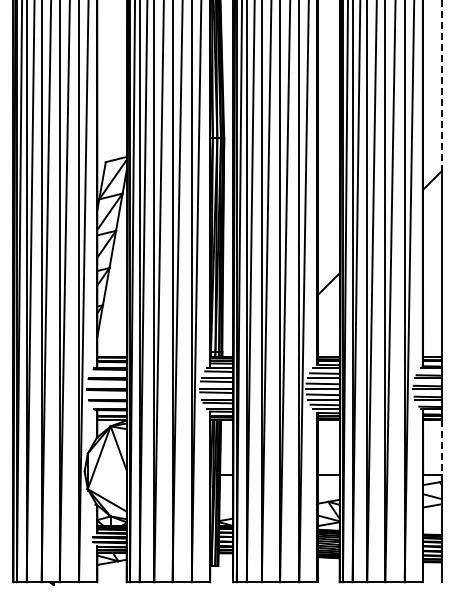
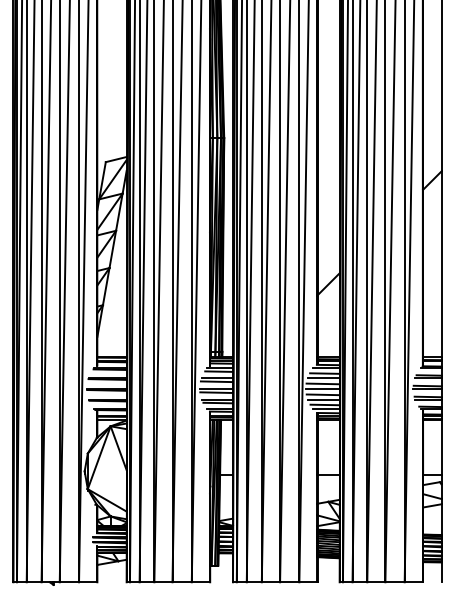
line at (441, 86): dashed -> solid
line at (441, 448): dashed -> solid
